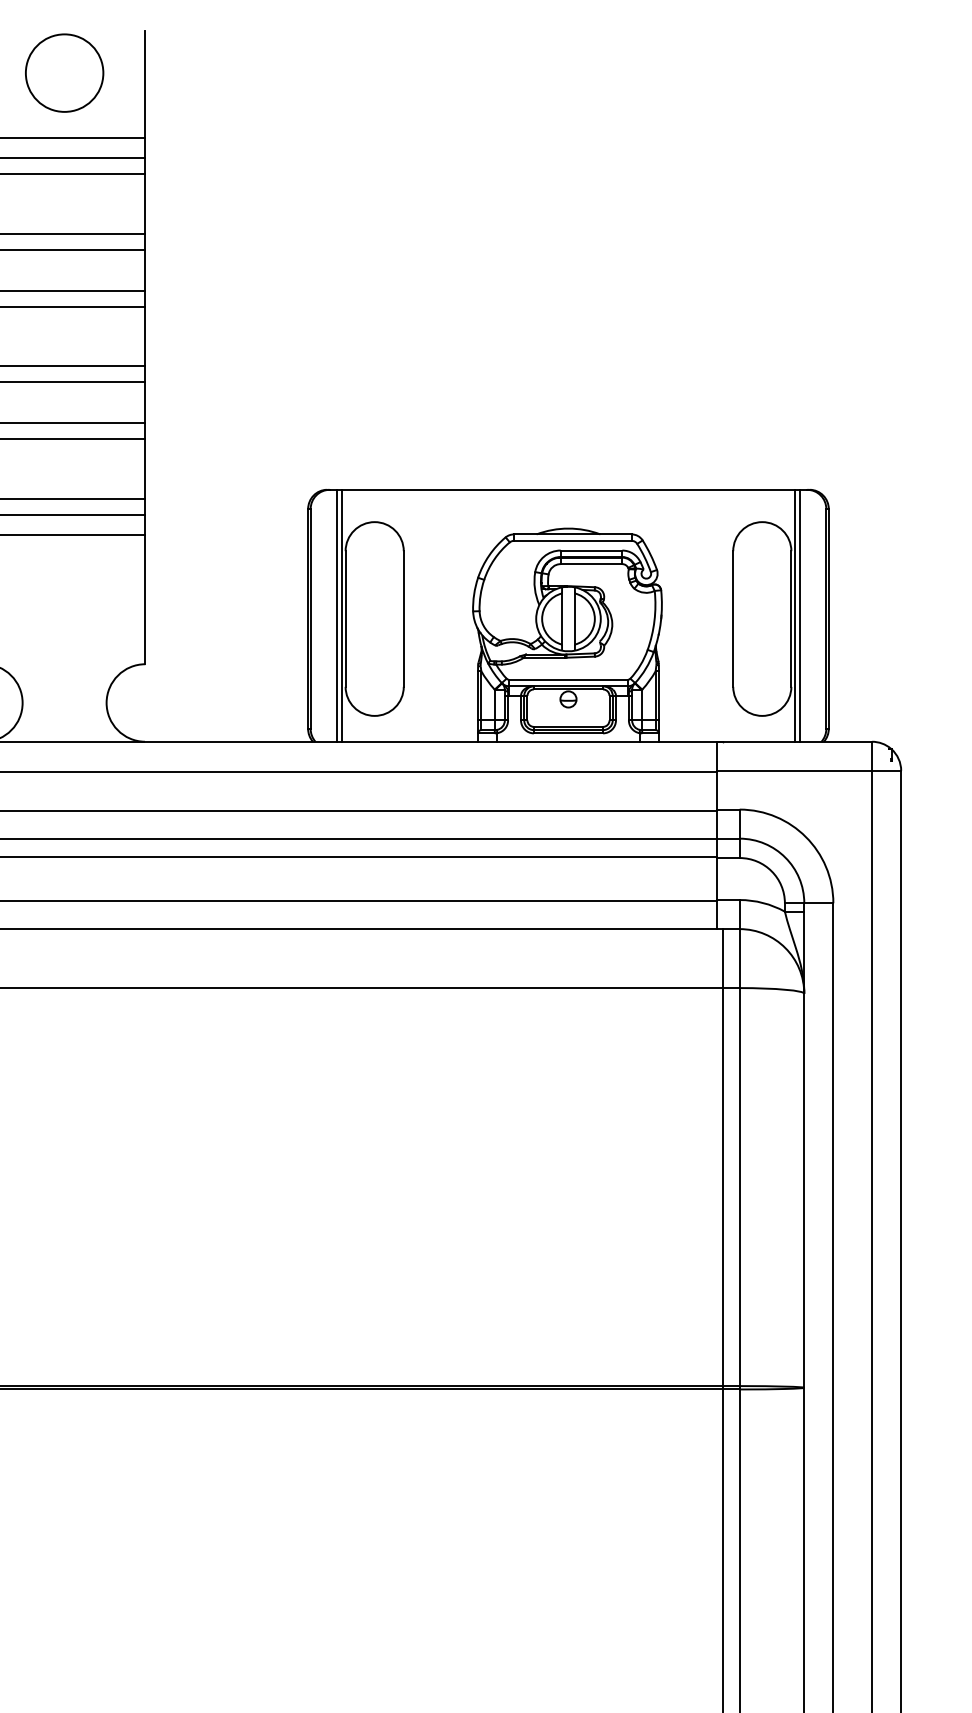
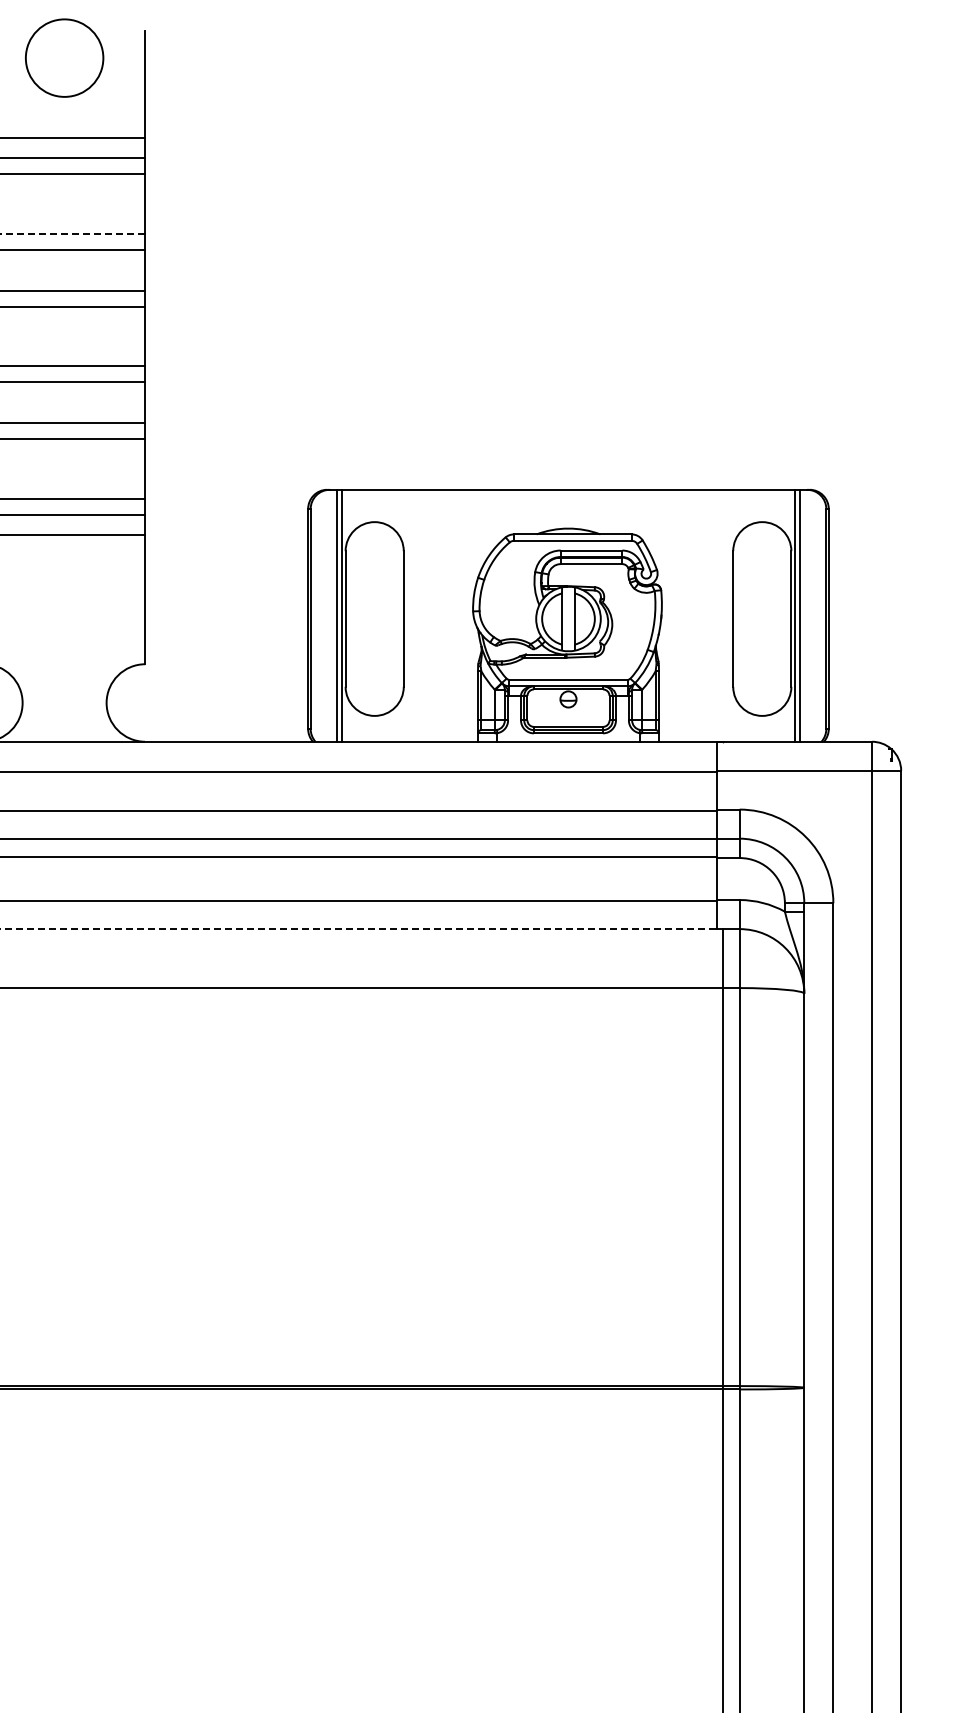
circle at (64, 72) position: (64, 72) -> (64, 57)
line at (72, 233): solid -> dashed
line at (359, 929): solid -> dashed
